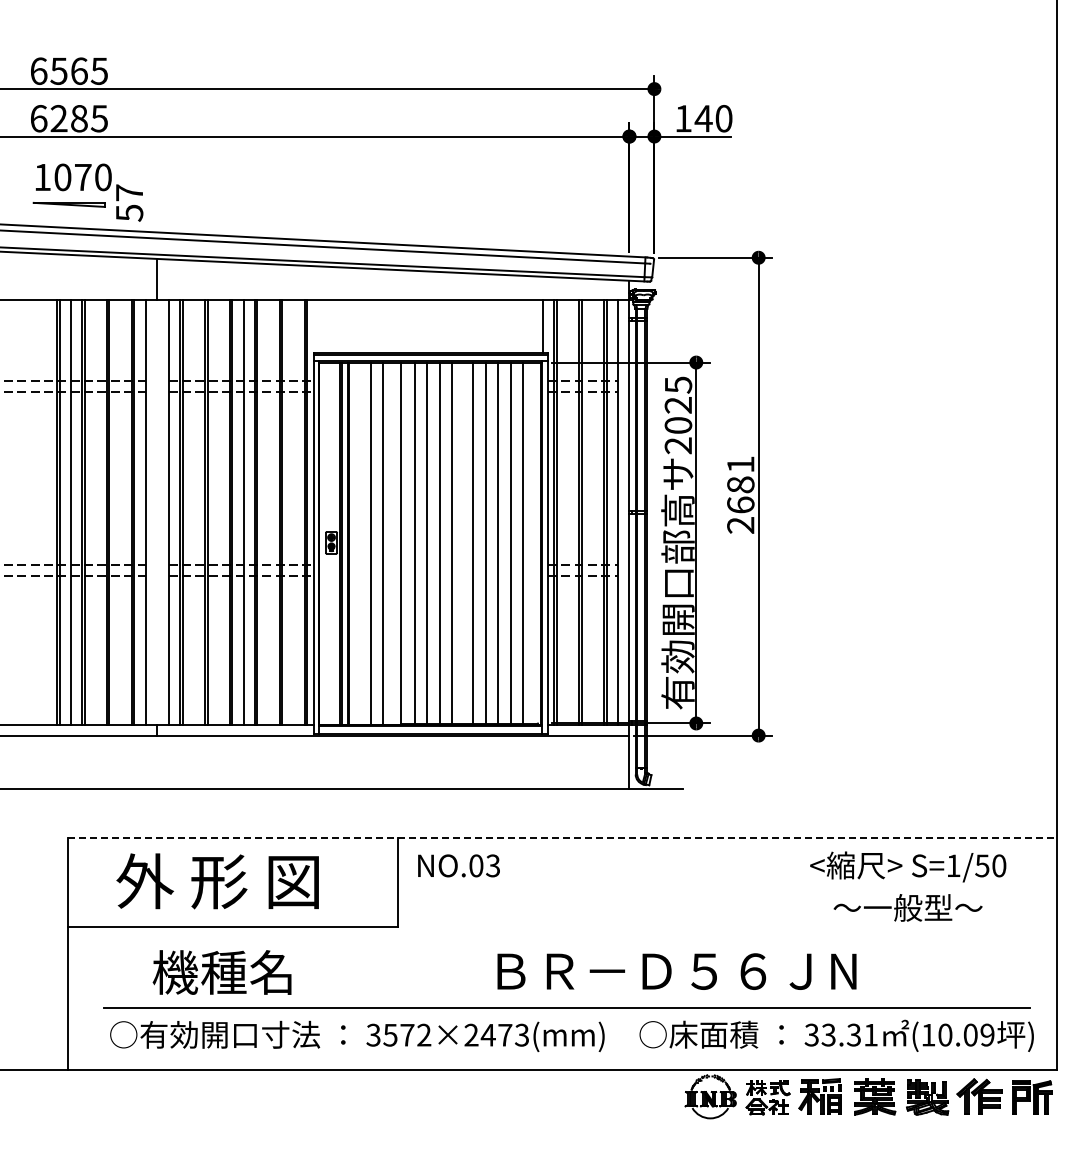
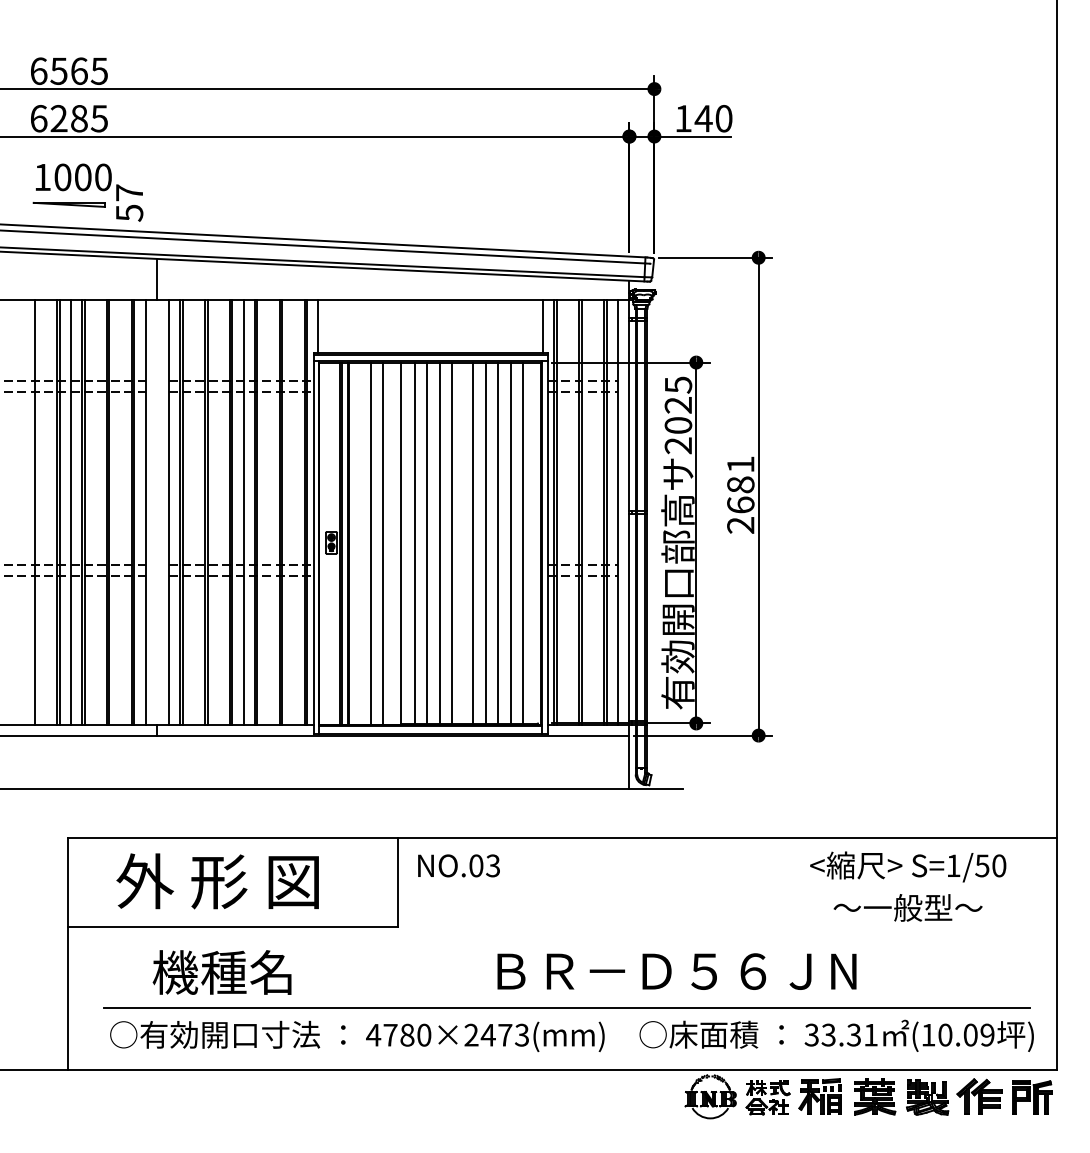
text at (83, 177): 1070 -> 1000
line at (318, 326): none -> present
line at (34, 511): none -> present
line at (562, 837): dashed -> solid
text at (398, 1034): 3572×2473(mm) -> 4780×2473(mm)
